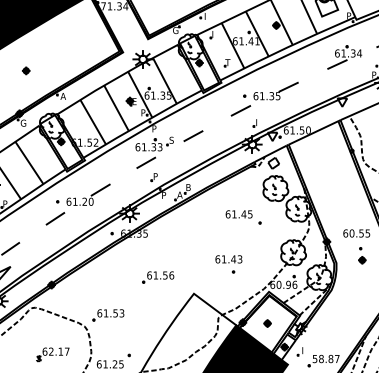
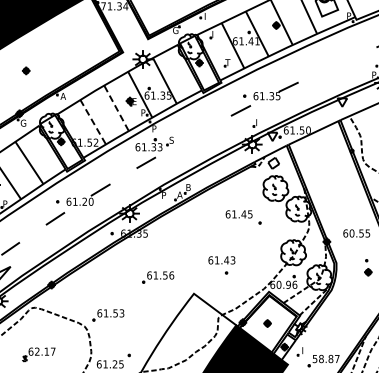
part at (344, 57): present -> none
line at (116, 108): solid -> dashed
line at (93, 122): solid -> dashed
line at (193, 136): present -> none
part at (153, 177): present -> none
part at (362, 255) position: (362, 255) -> (368, 267)
part at (228, 264) position: (228, 264) -> (221, 265)
part at (52, 354) position: (52, 354) -> (38, 354)
